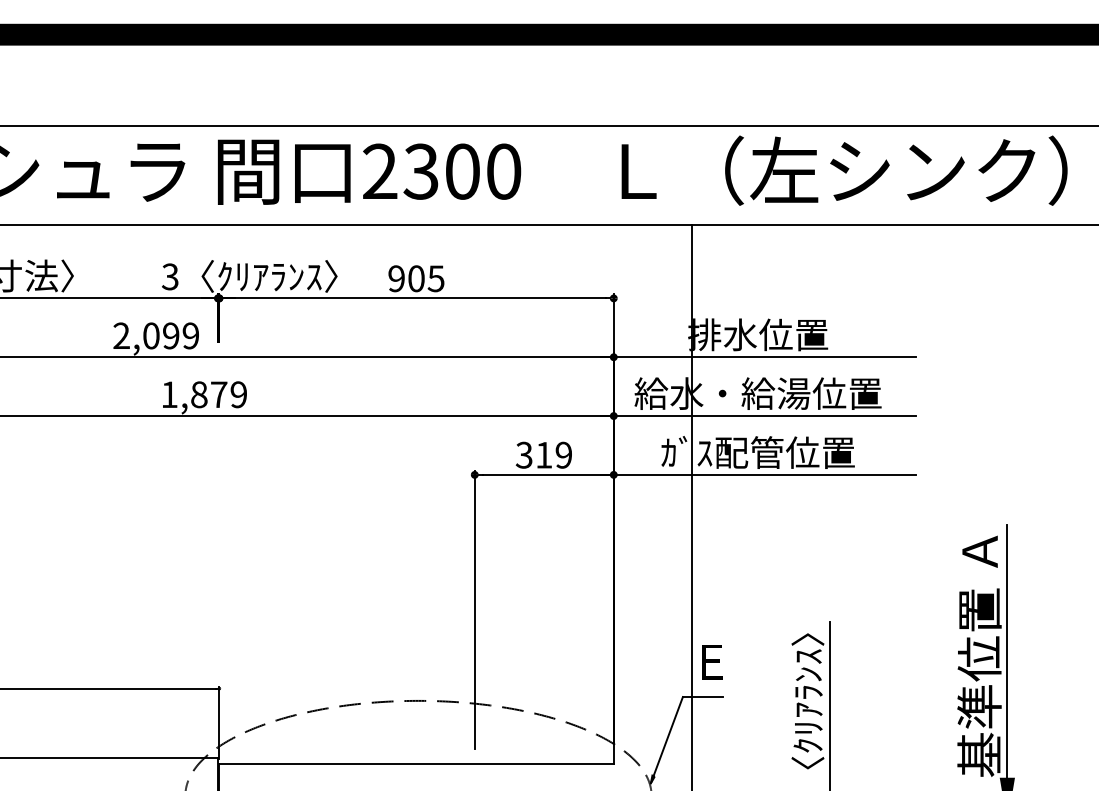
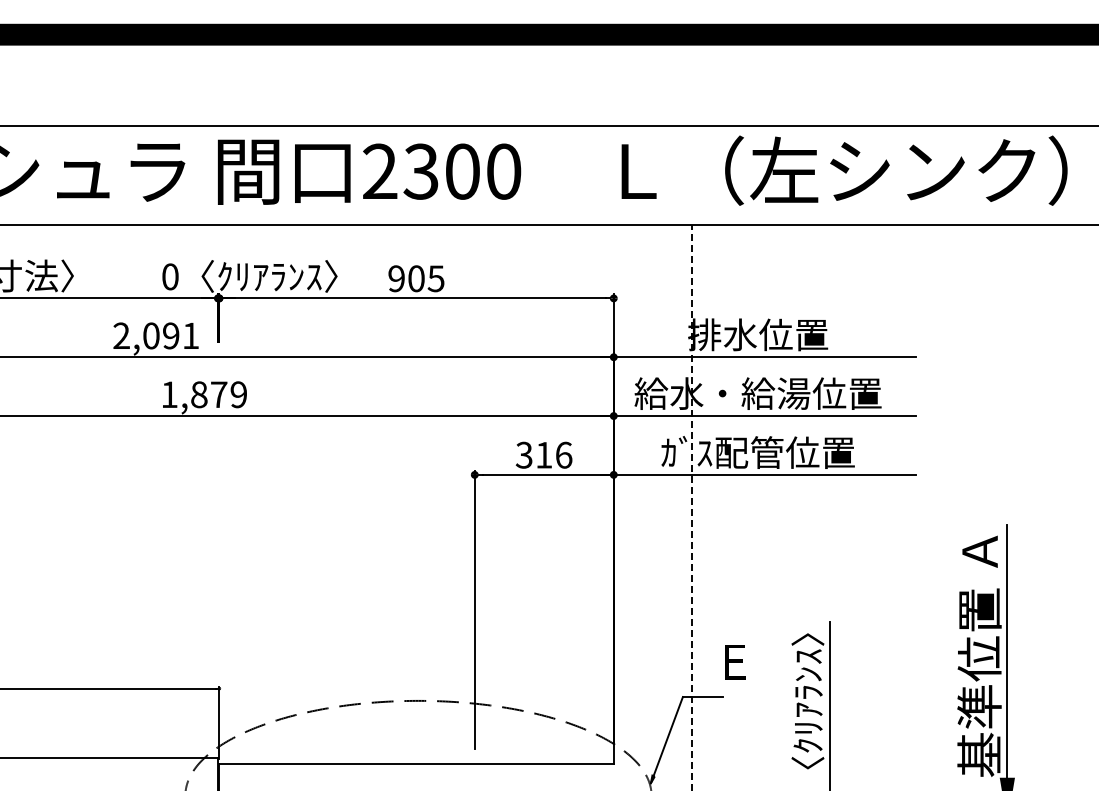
text at (169, 276): 3 -> 0
text at (190, 335): 2,099 -> 2,091
text at (563, 454): 319 -> 316
line at (691, 507): solid -> dashed
text at (712, 662) position: (712, 662) -> (735, 662)
